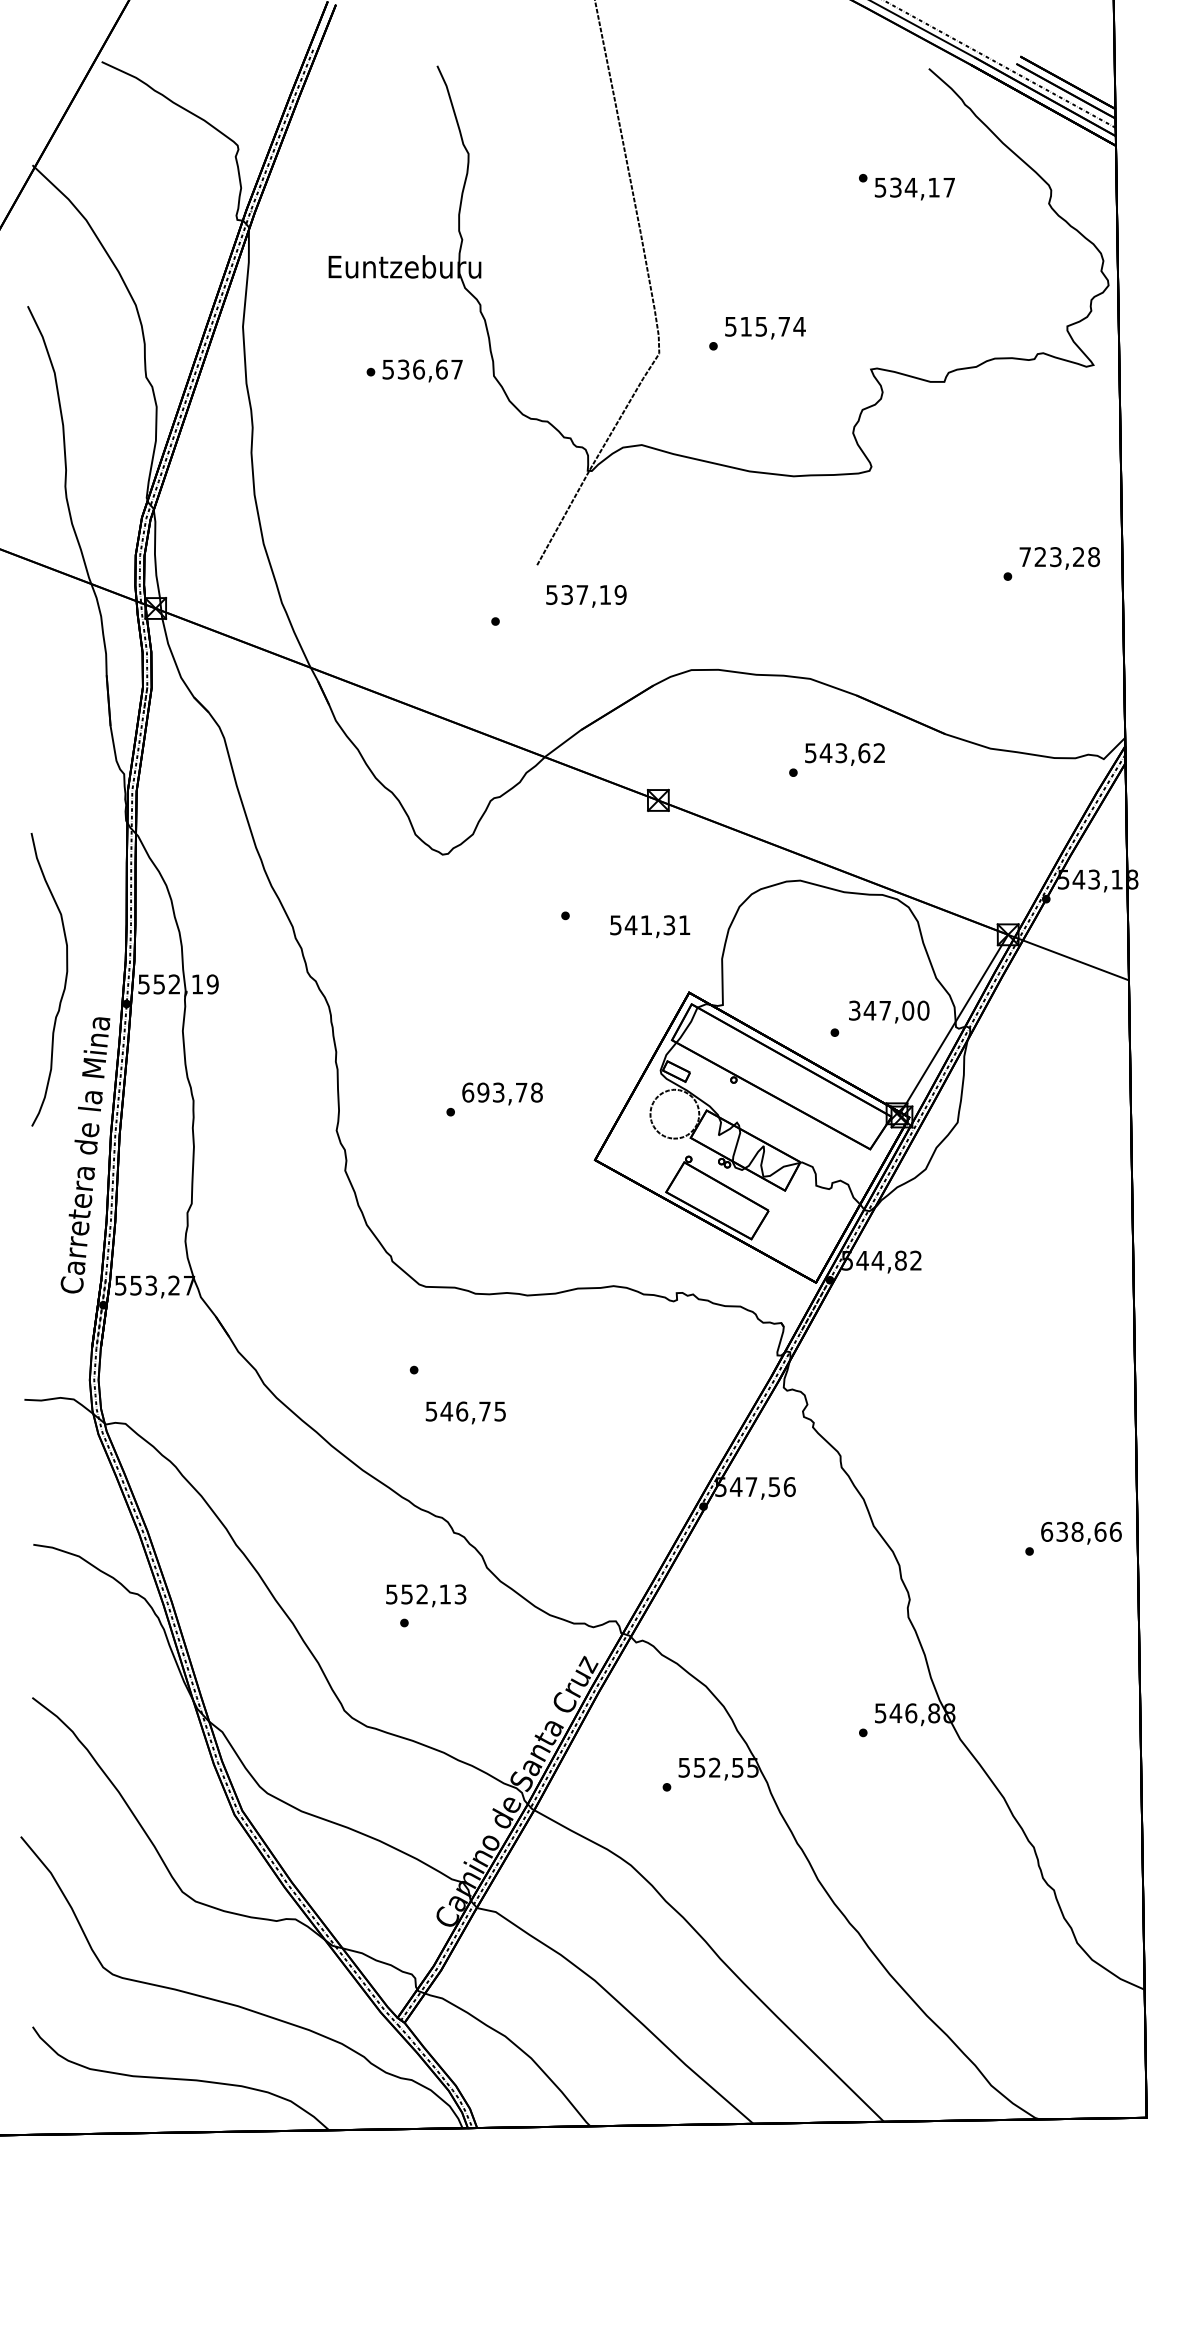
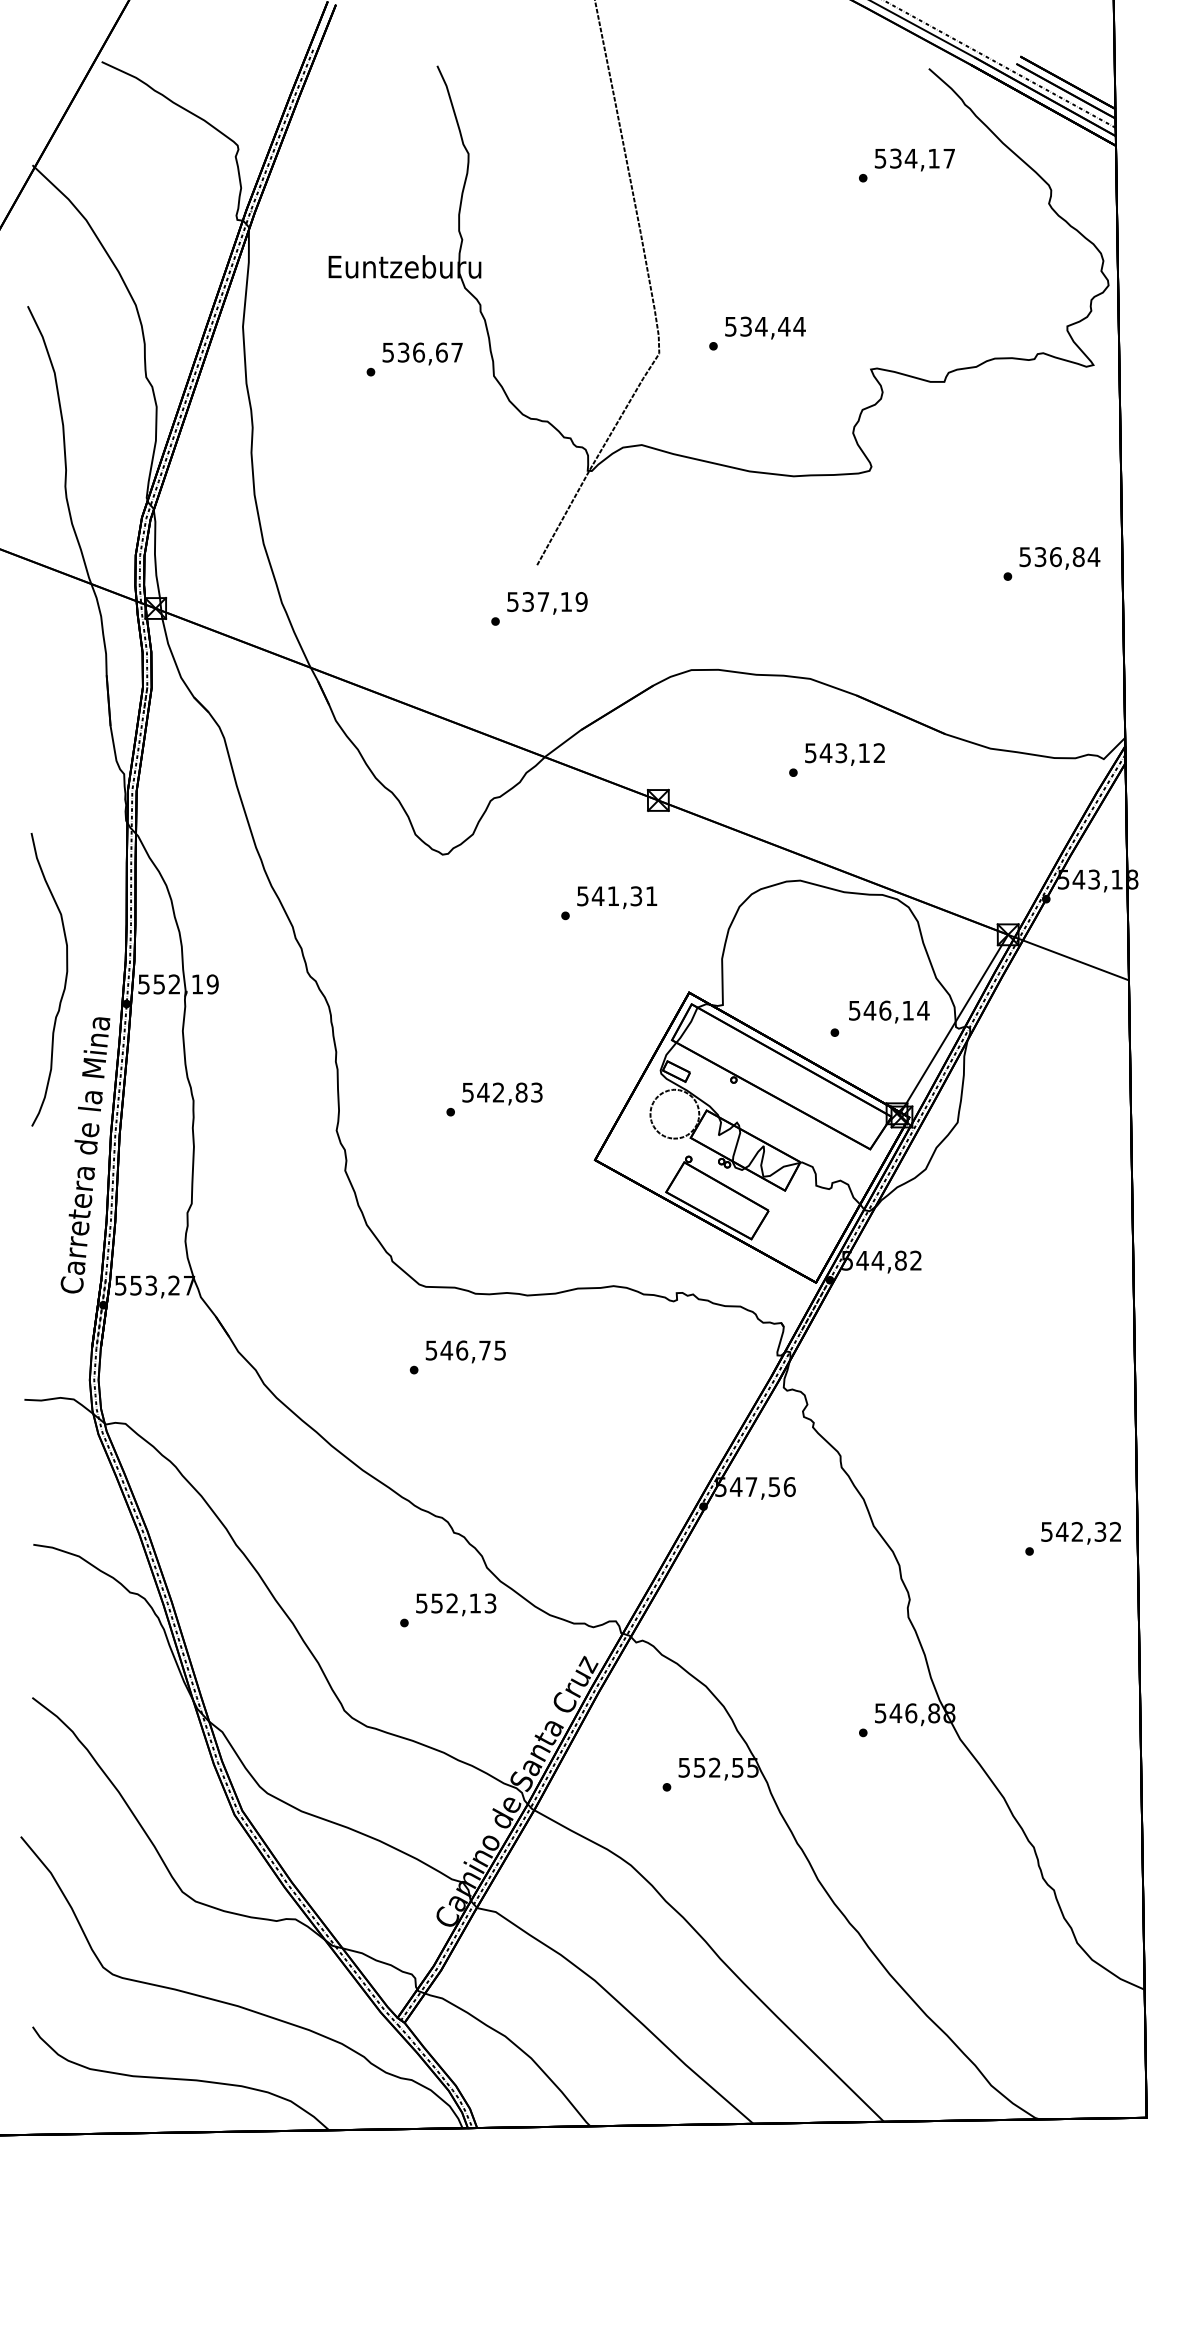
text at (914, 188) position: (914, 188) -> (914, 159)
text at (765, 326): 515,74 -> 534,44
text at (422, 370) position: (422, 370) -> (422, 353)
text at (1059, 557): 723,28 -> 536,84
text at (586, 596) position: (586, 596) -> (547, 603)
text at (864, 753): 543,62 -> 543,12
text at (650, 926) position: (650, 926) -> (617, 897)
text at (889, 1010): 347,00 -> 546,14
text at (502, 1092): 693,78 -> 542,83
text at (465, 1412) position: (465, 1412) -> (465, 1351)
text at (1081, 1531): 638,66 -> 542,32
text at (426, 1595) position: (426, 1595) -> (456, 1604)
